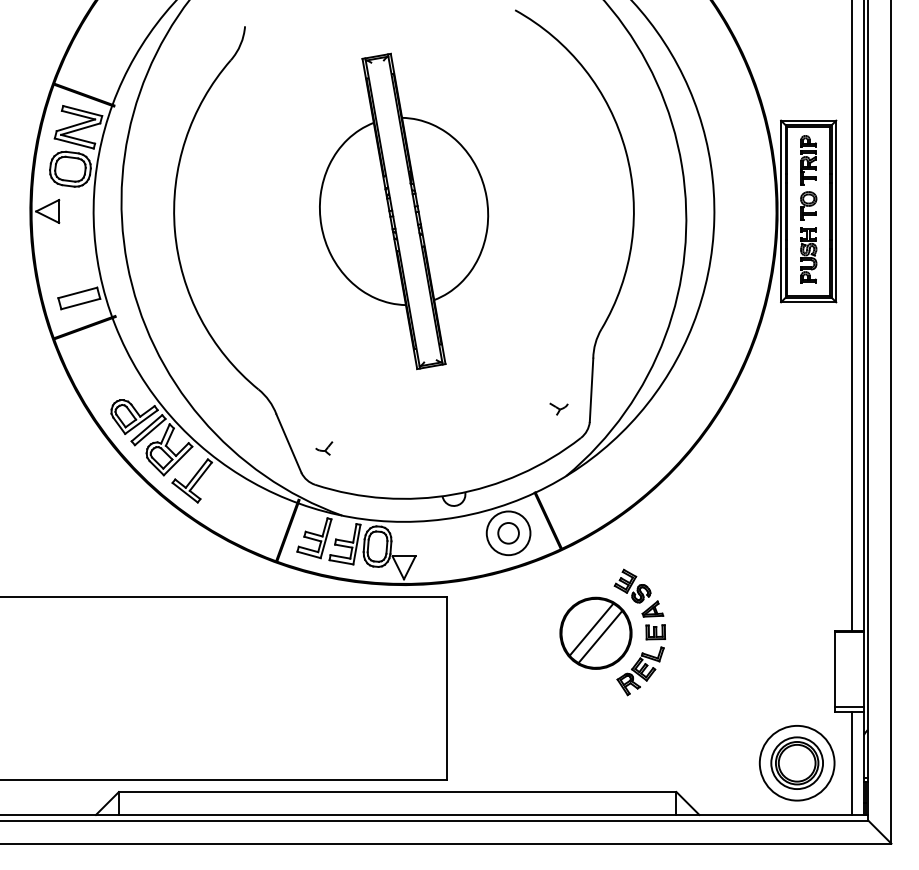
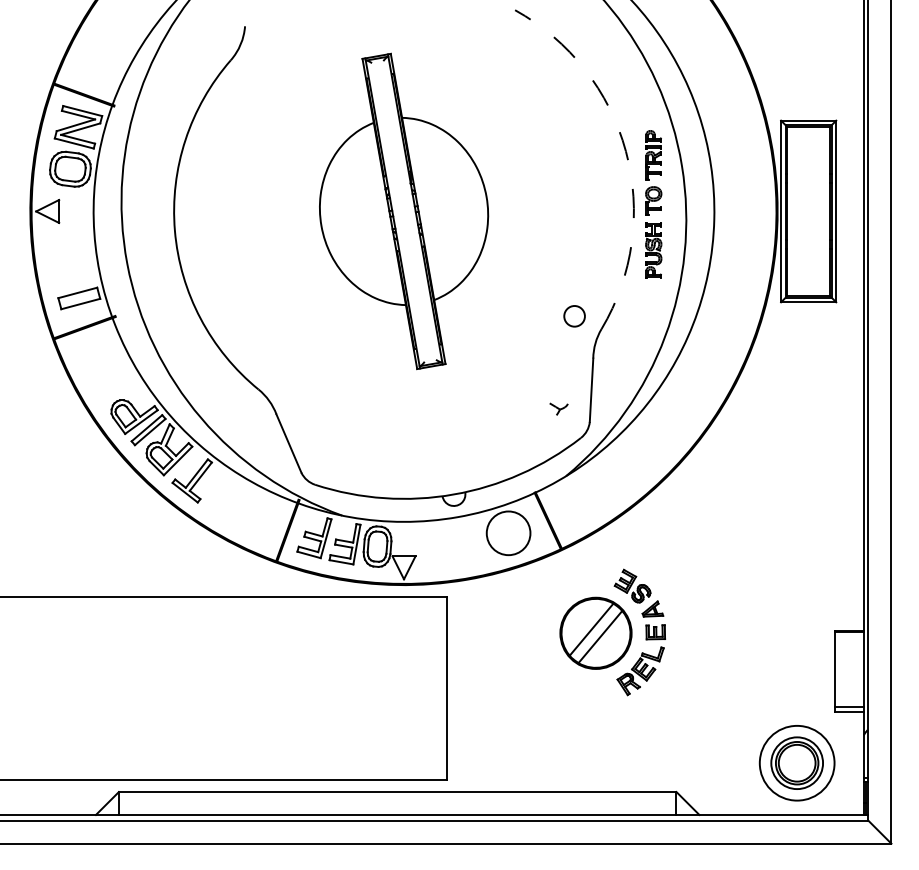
arc at (625, 151): solid -> dashed
part at (808, 209) position: (808, 209) -> (653, 204)
line at (852, 316): present -> none
part at (324, 448): present -> none
circle at (508, 533) position: (508, 533) -> (574, 316)
line at (852, 762): present -> none
